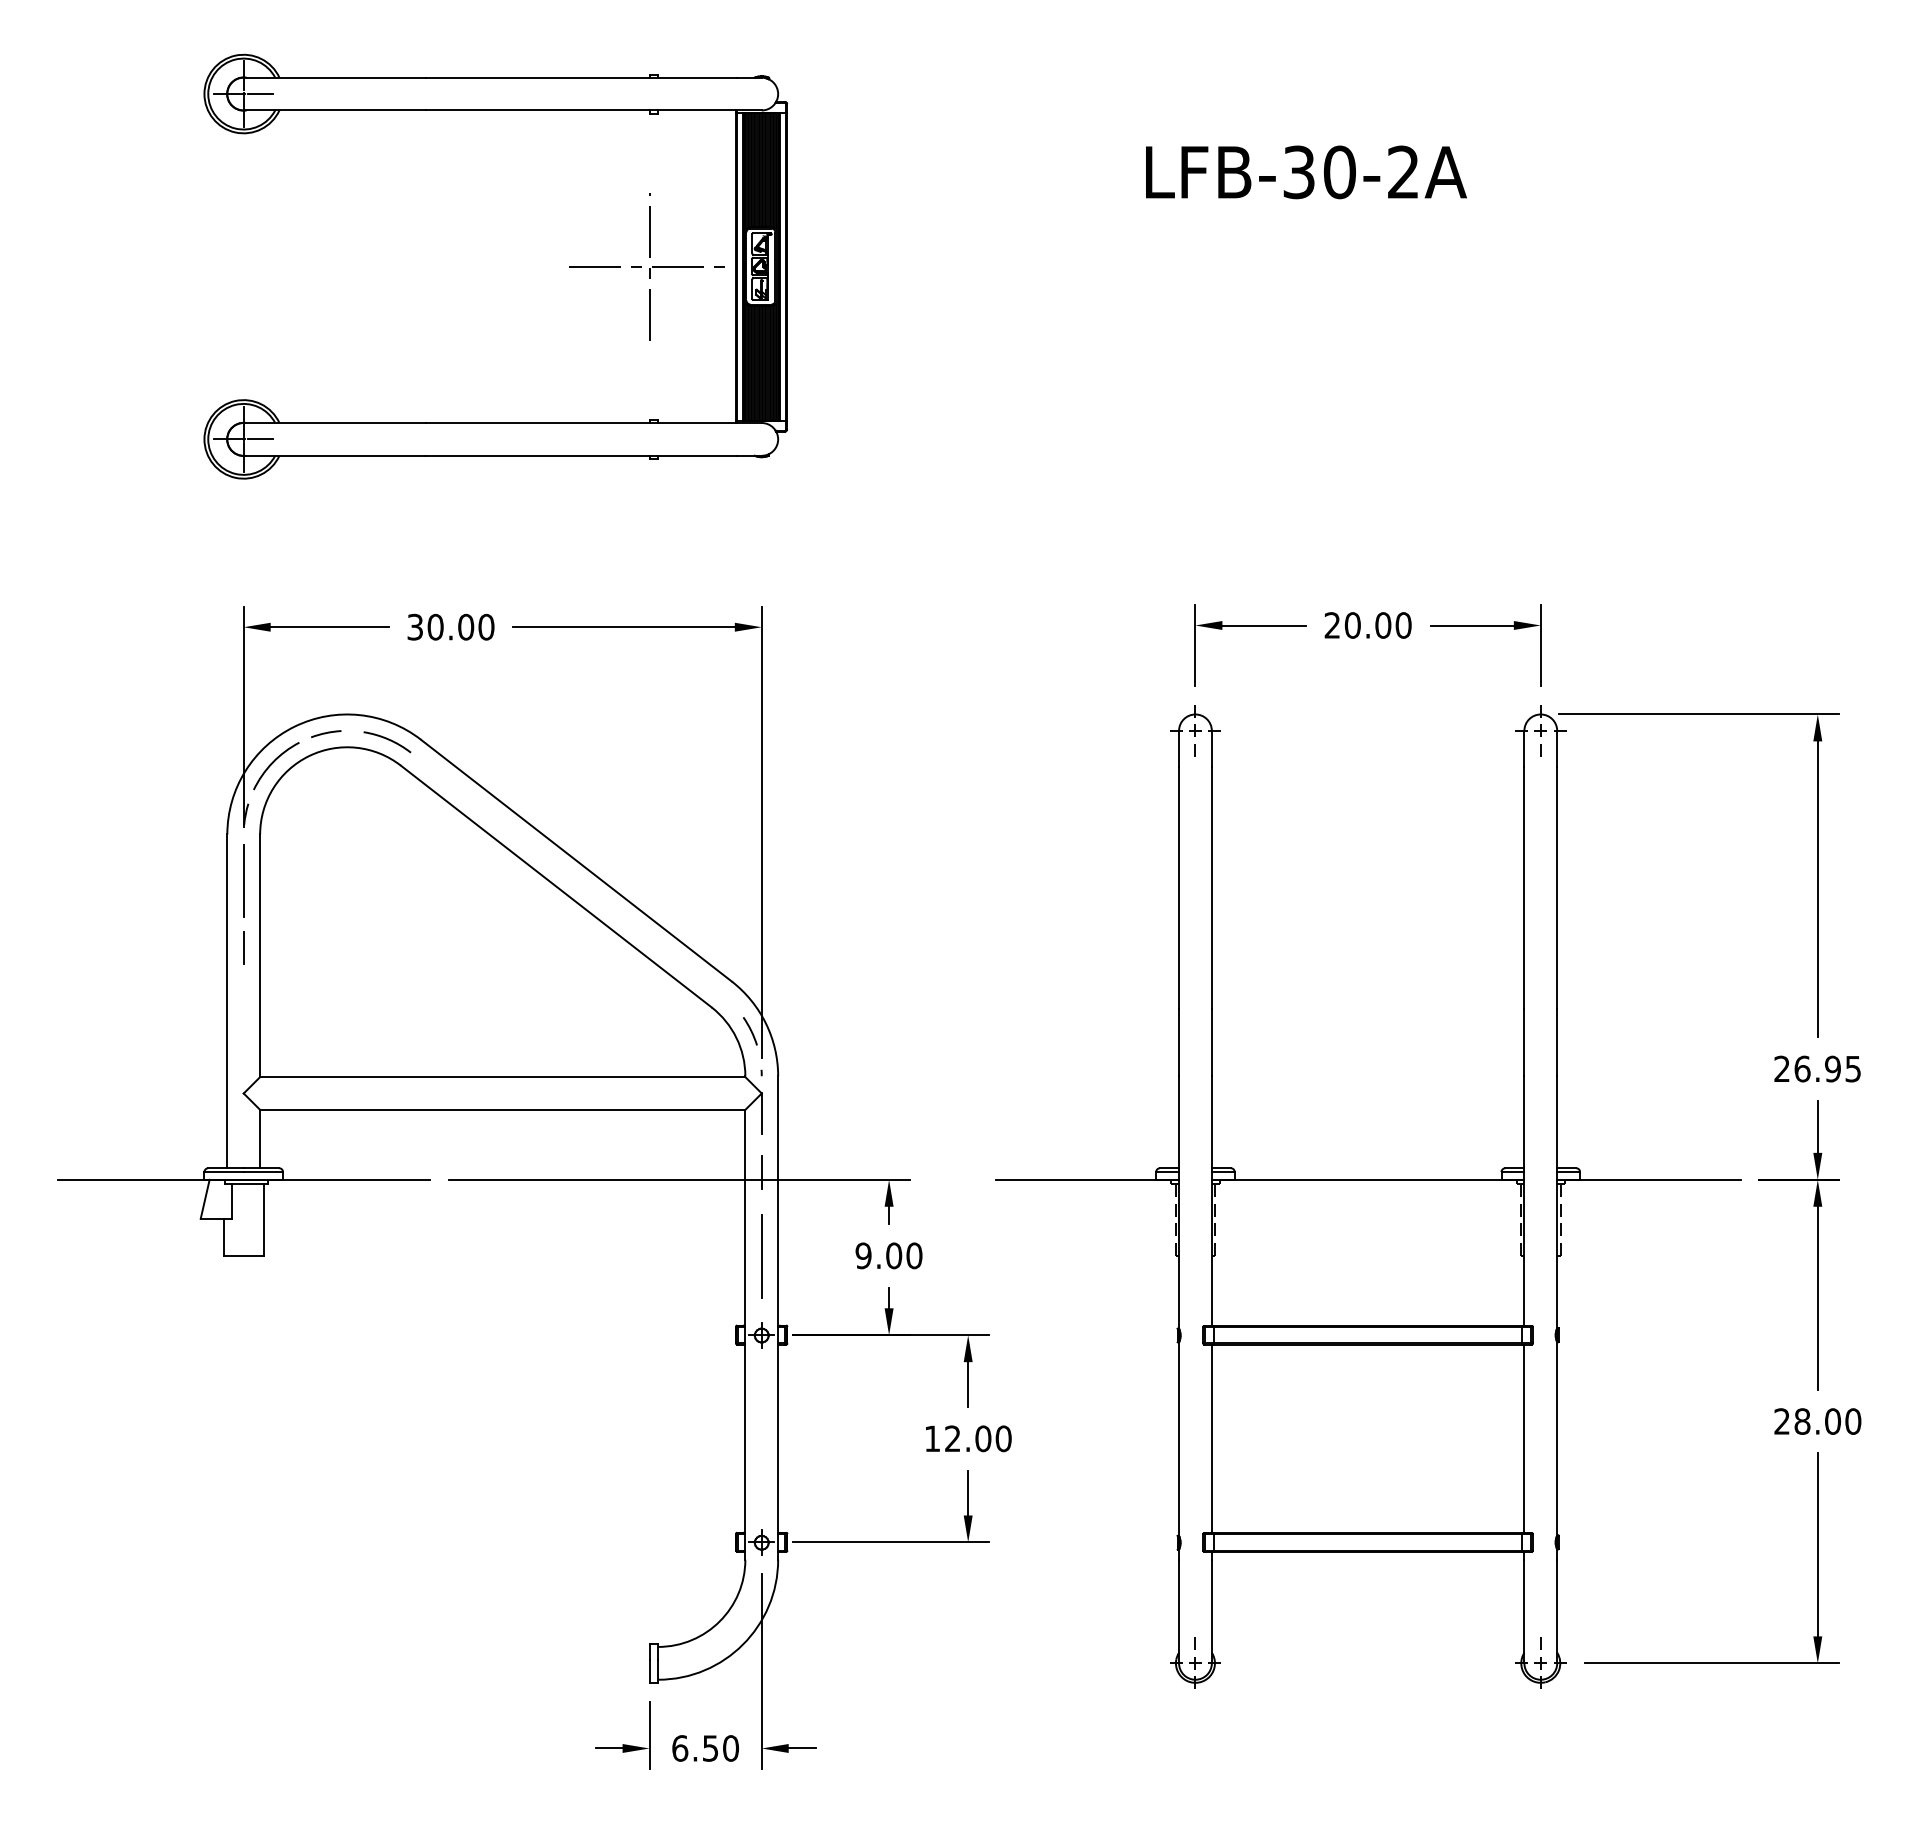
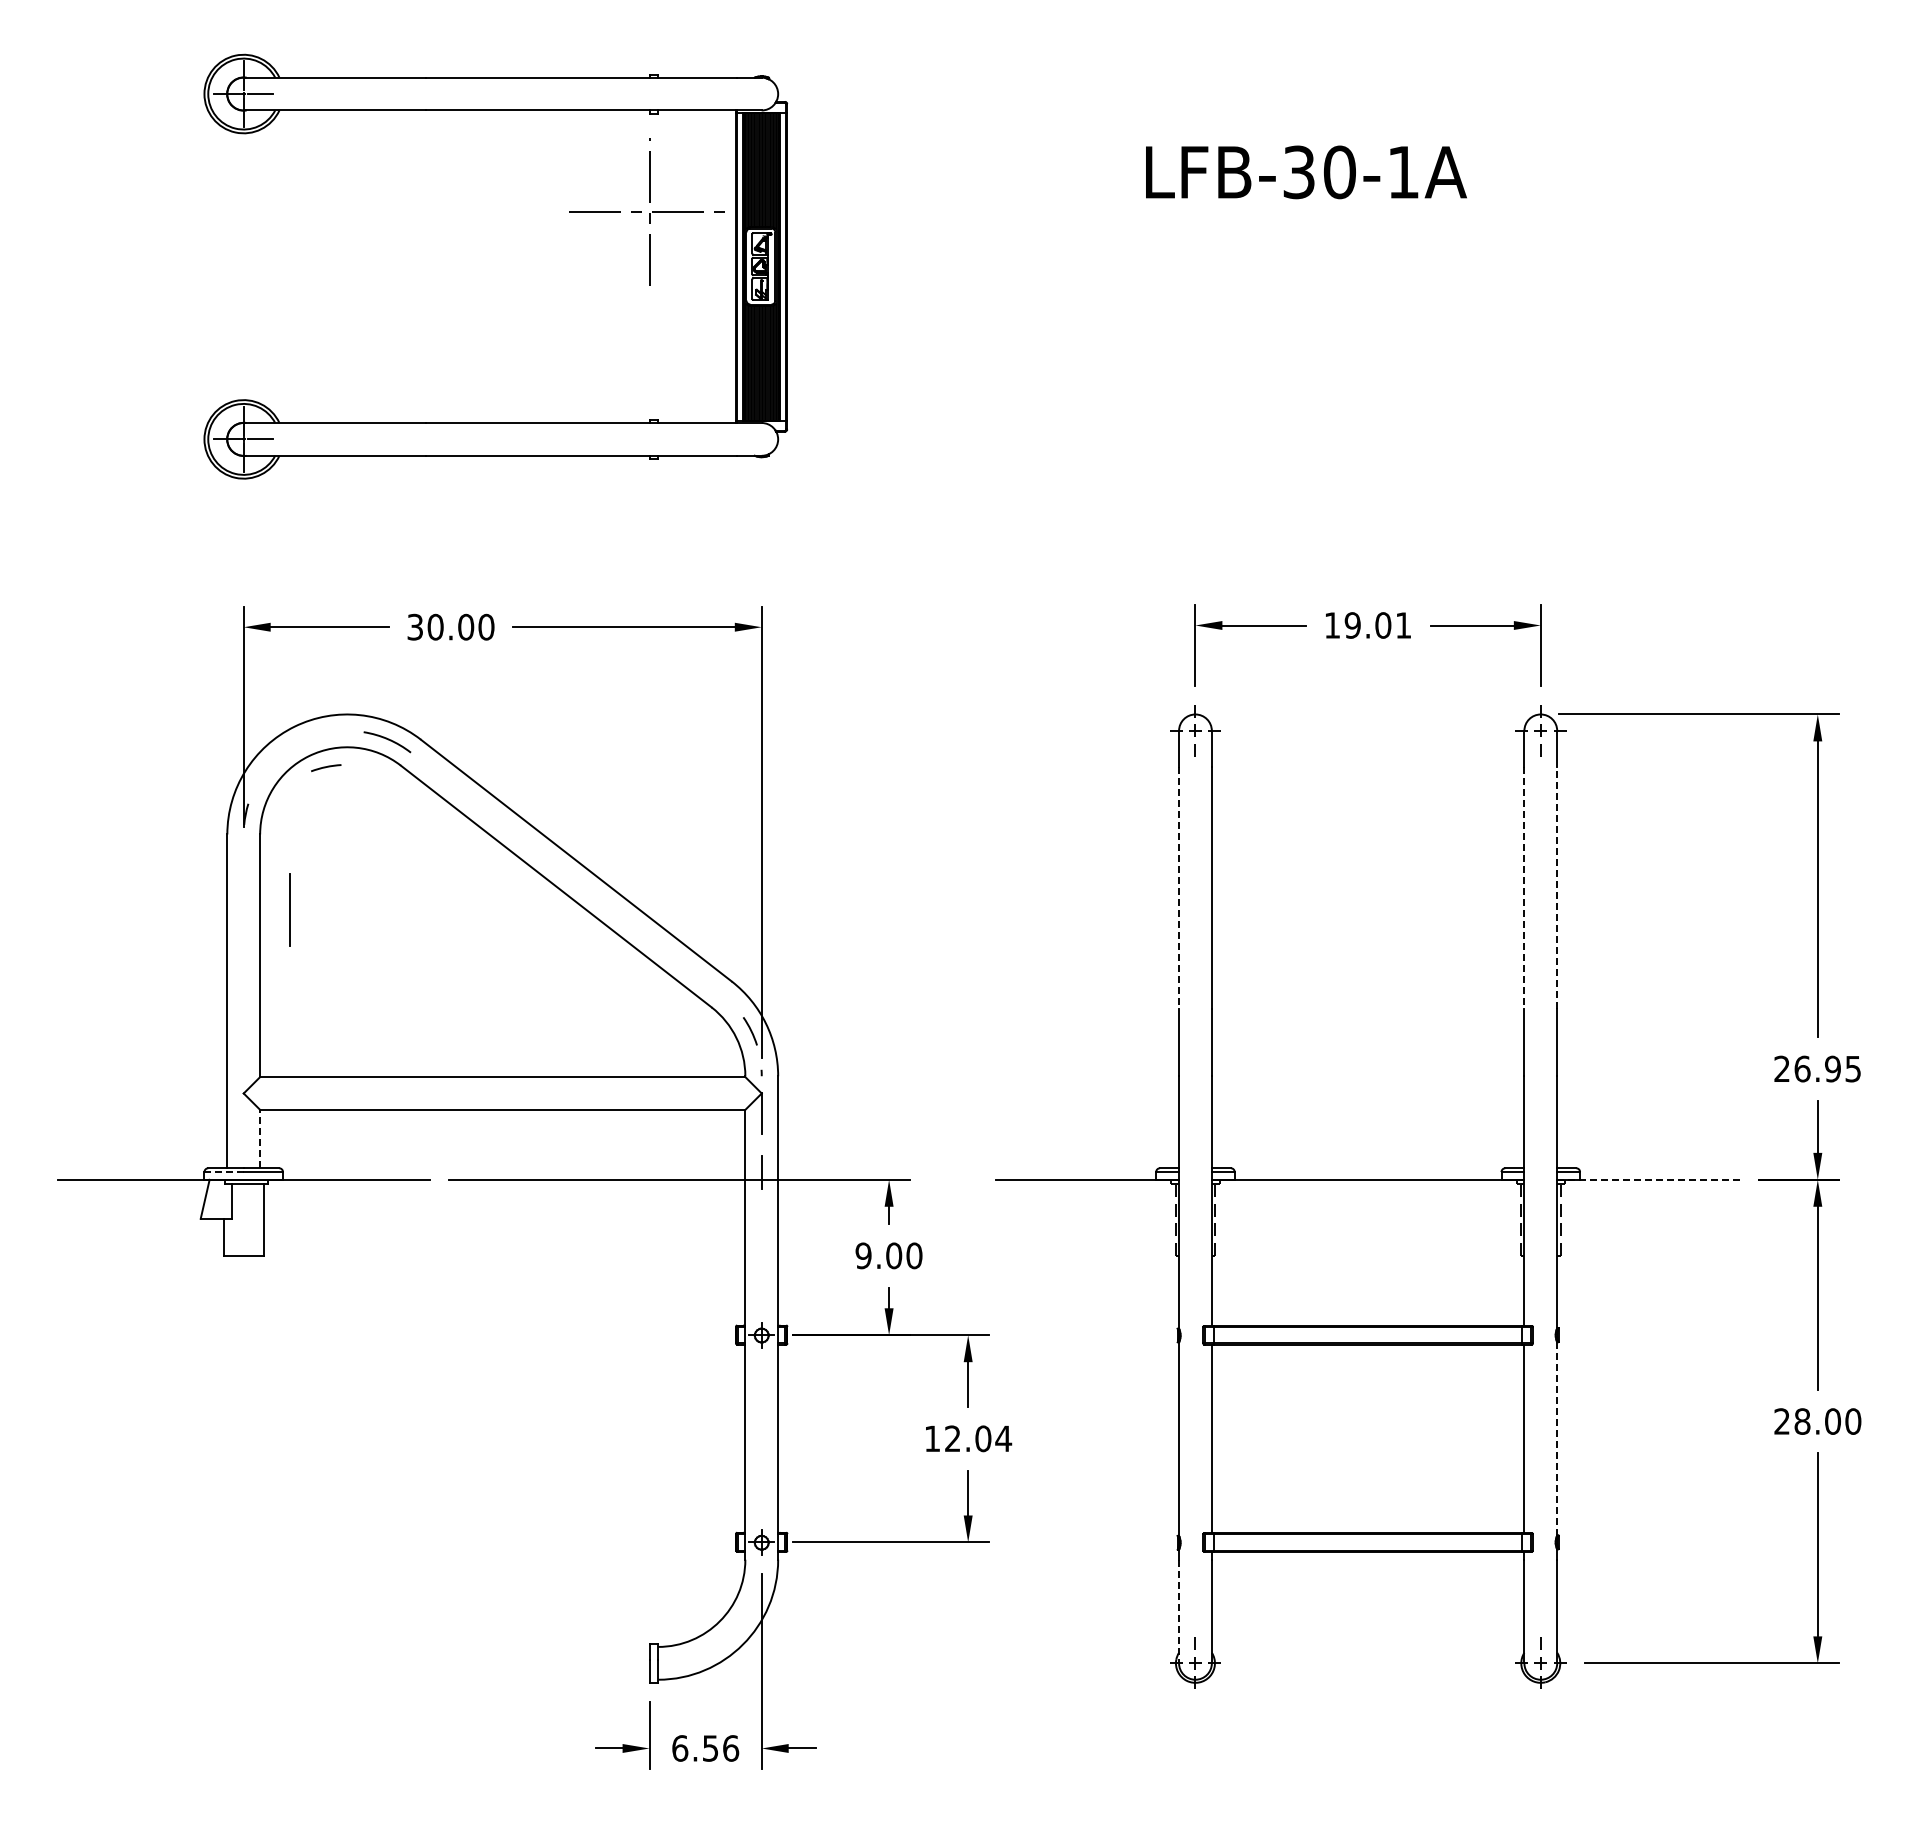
text at (1403, 171): LFB-30-2A -> LFB-30-1A
part at (646, 266) position: (646, 266) -> (646, 211)
text at (1367, 625): 20.00 -> 19.01
arc at (326, 733) position: (326, 733) -> (326, 767)
arc at (273, 763): present -> none
line at (243, 880) position: (243, 880) -> (289, 909)
line at (1179, 887): solid -> dashed
line at (1524, 887): solid -> dashed
line at (1557, 887): solid -> dashed
line at (243, 948): present -> none
line at (260, 1138): solid -> dashed
line at (224, 1172): solid -> dashed
line at (1648, 1179): solid -> dashed
line at (761, 1255): present -> none
text at (1003, 1438): 12.00 -> 12.04
line at (1557, 1438): solid -> dashed
line at (1179, 1611): solid -> dashed
text at (731, 1748): 6.50 -> 6.56
